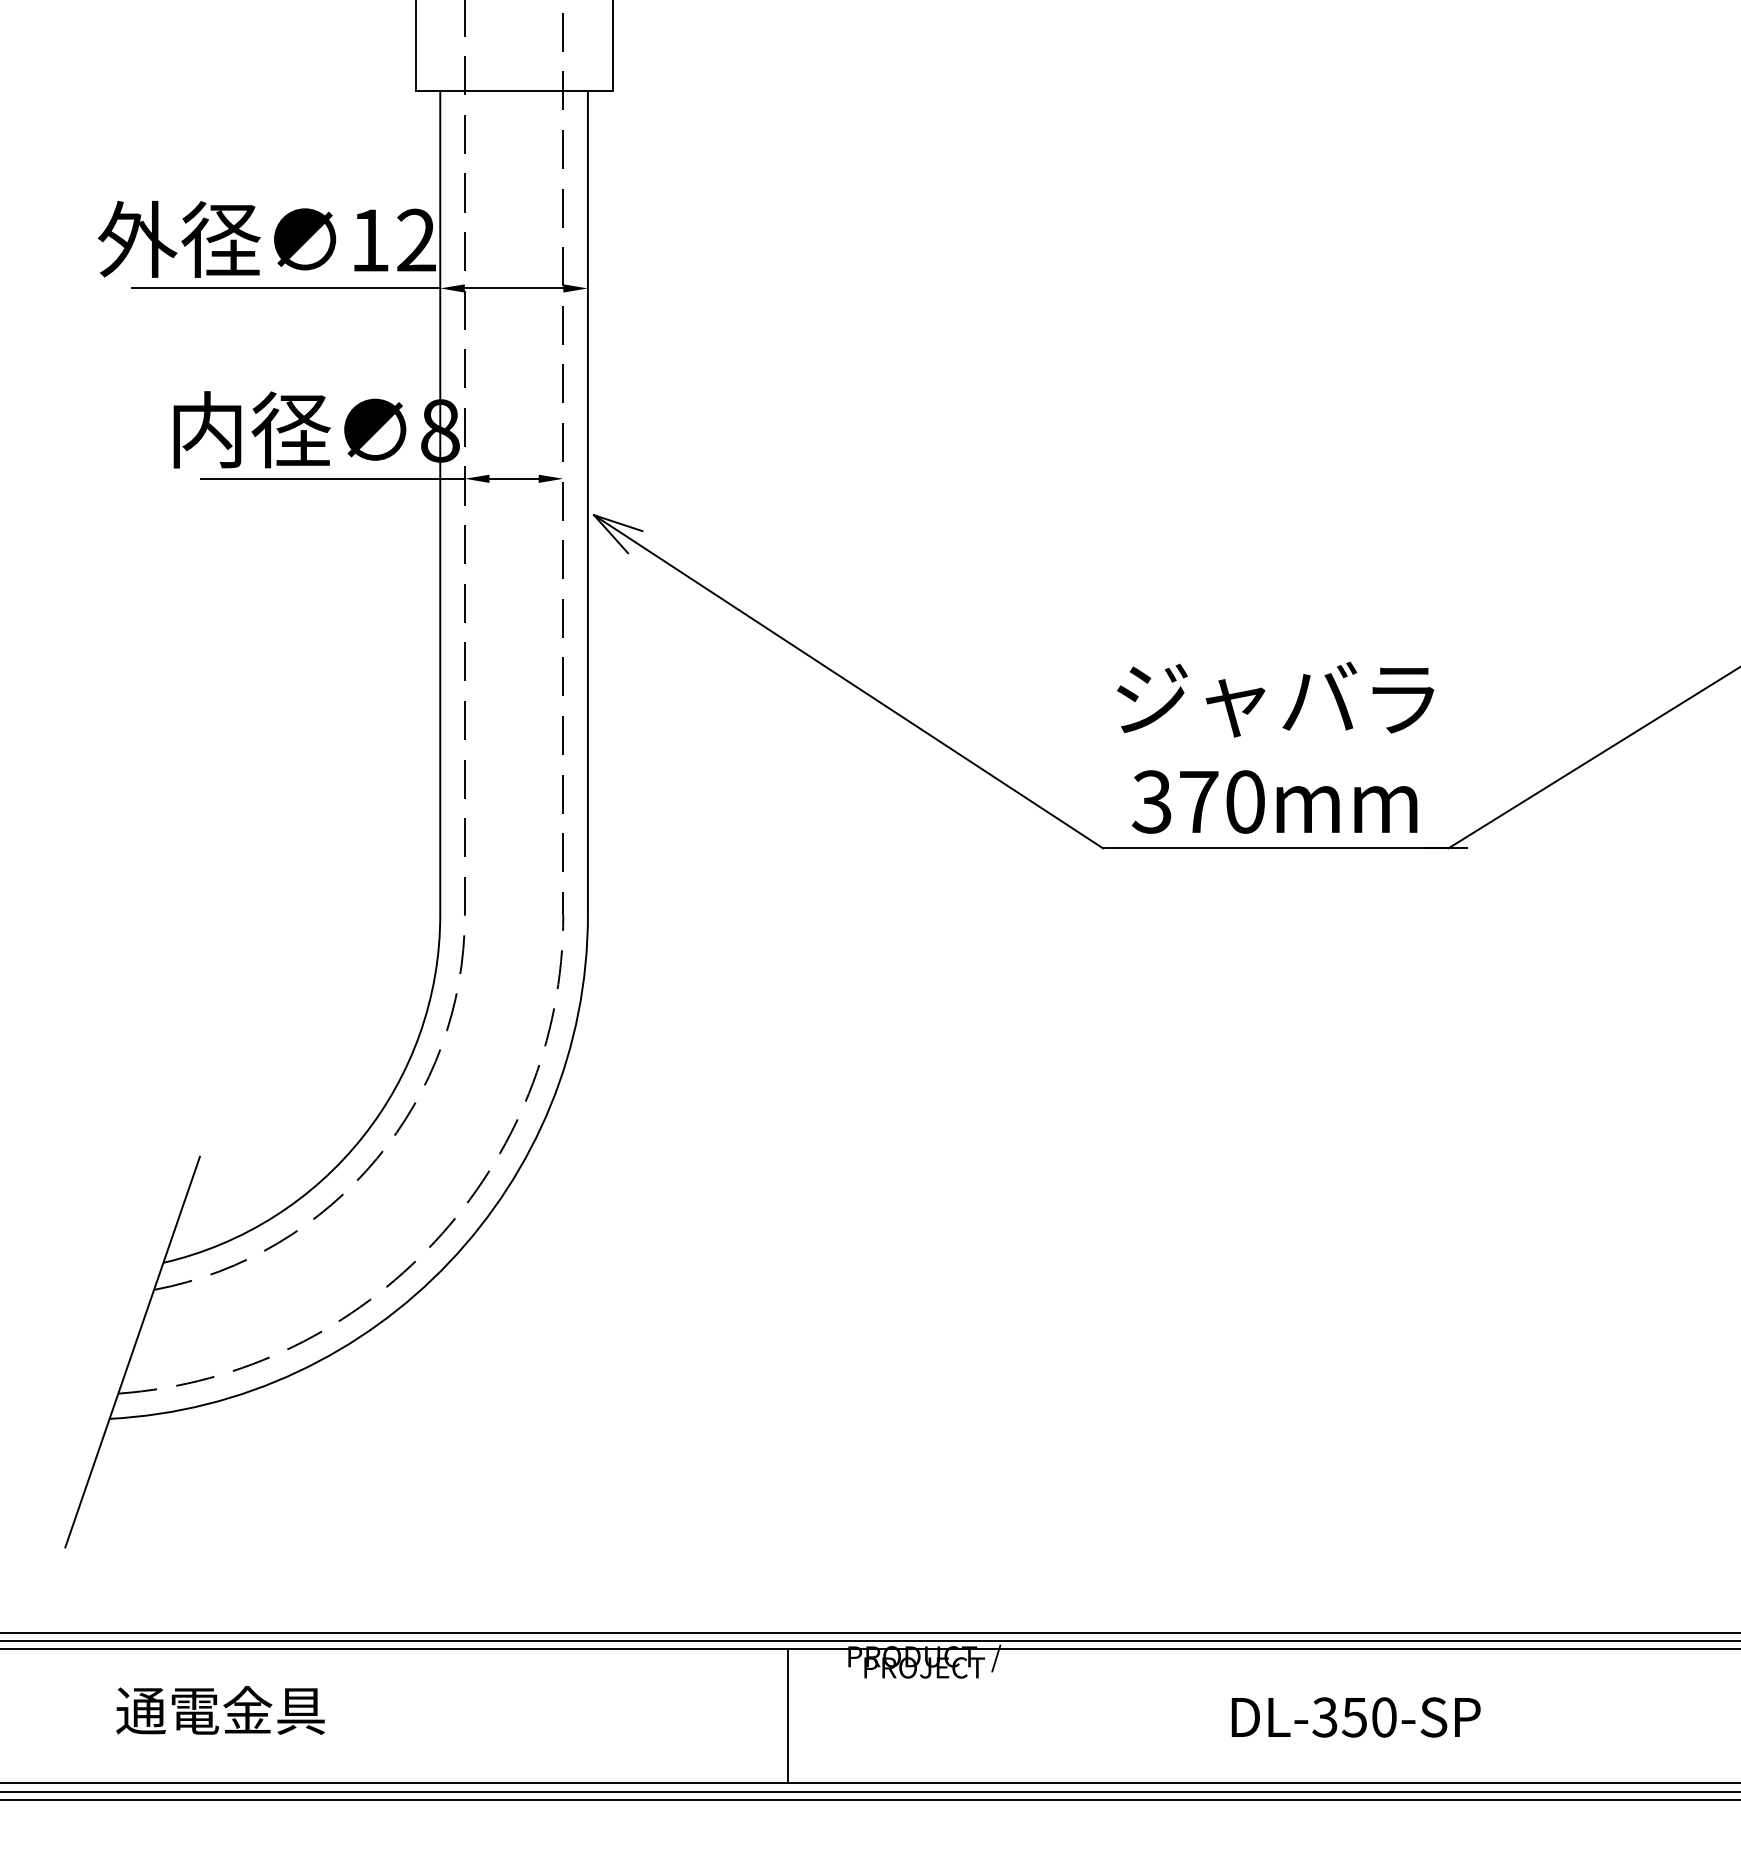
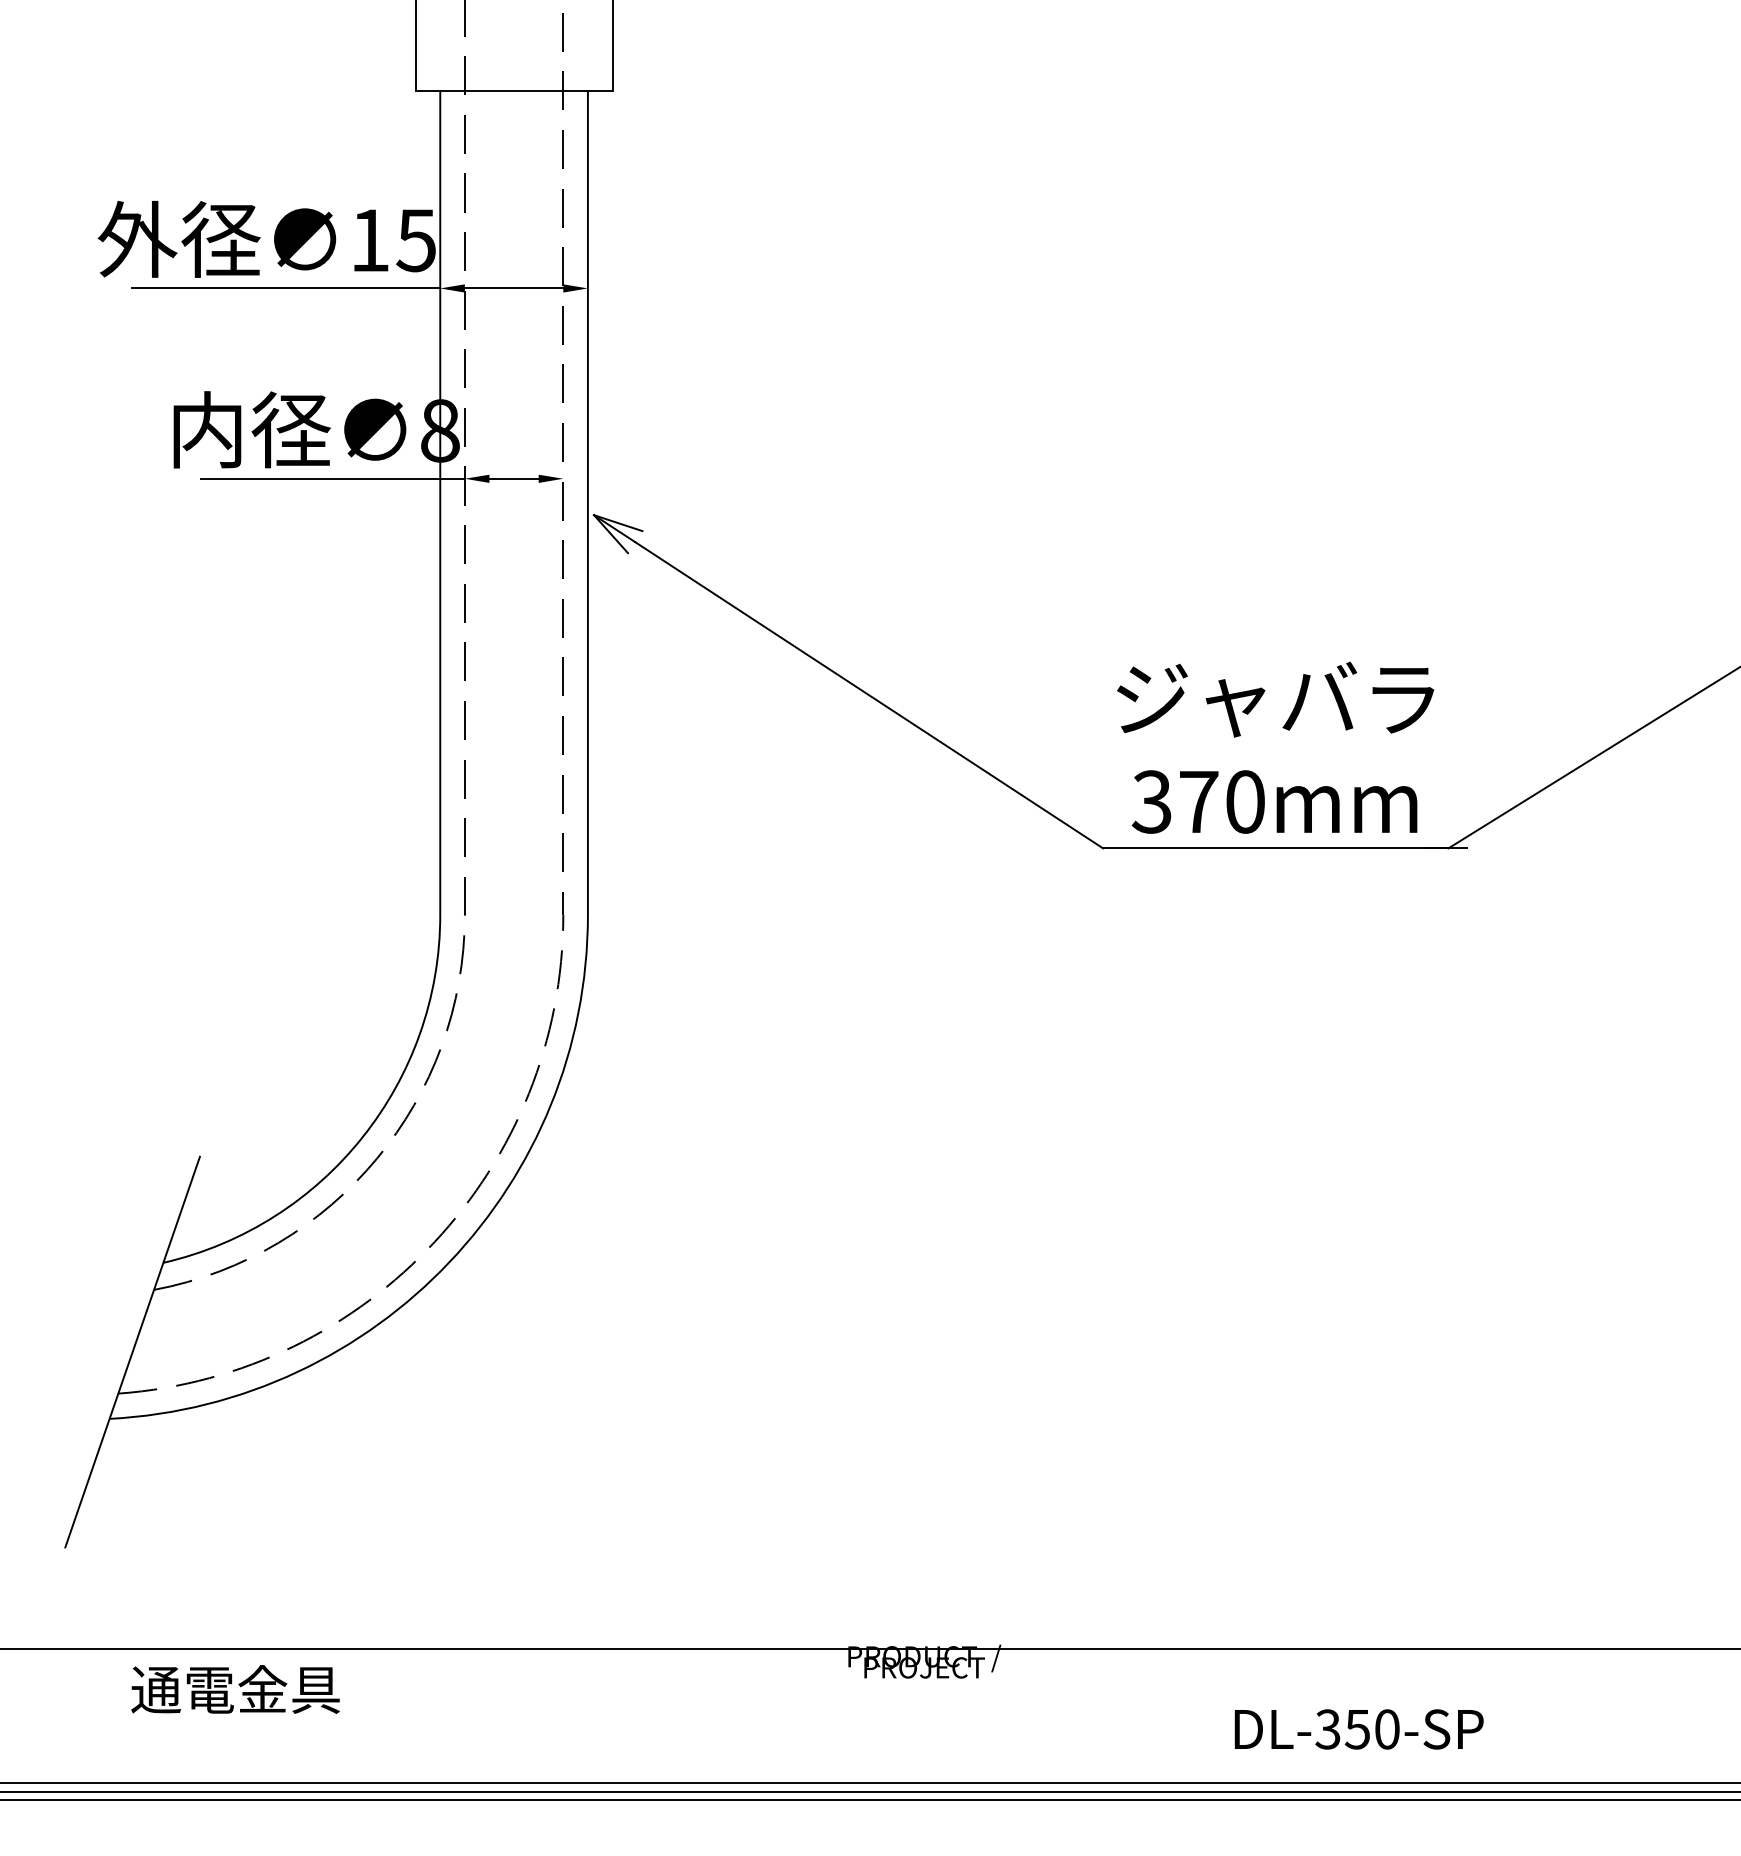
text at (415, 240): 12 -> 15
line at (869, 1632): present -> none
line at (869, 1640): present -> none
text at (220, 1710) position: (220, 1710) -> (235, 1689)
line at (788, 1716): present -> none
text at (1355, 1717) position: (1355, 1717) -> (1358, 1729)
